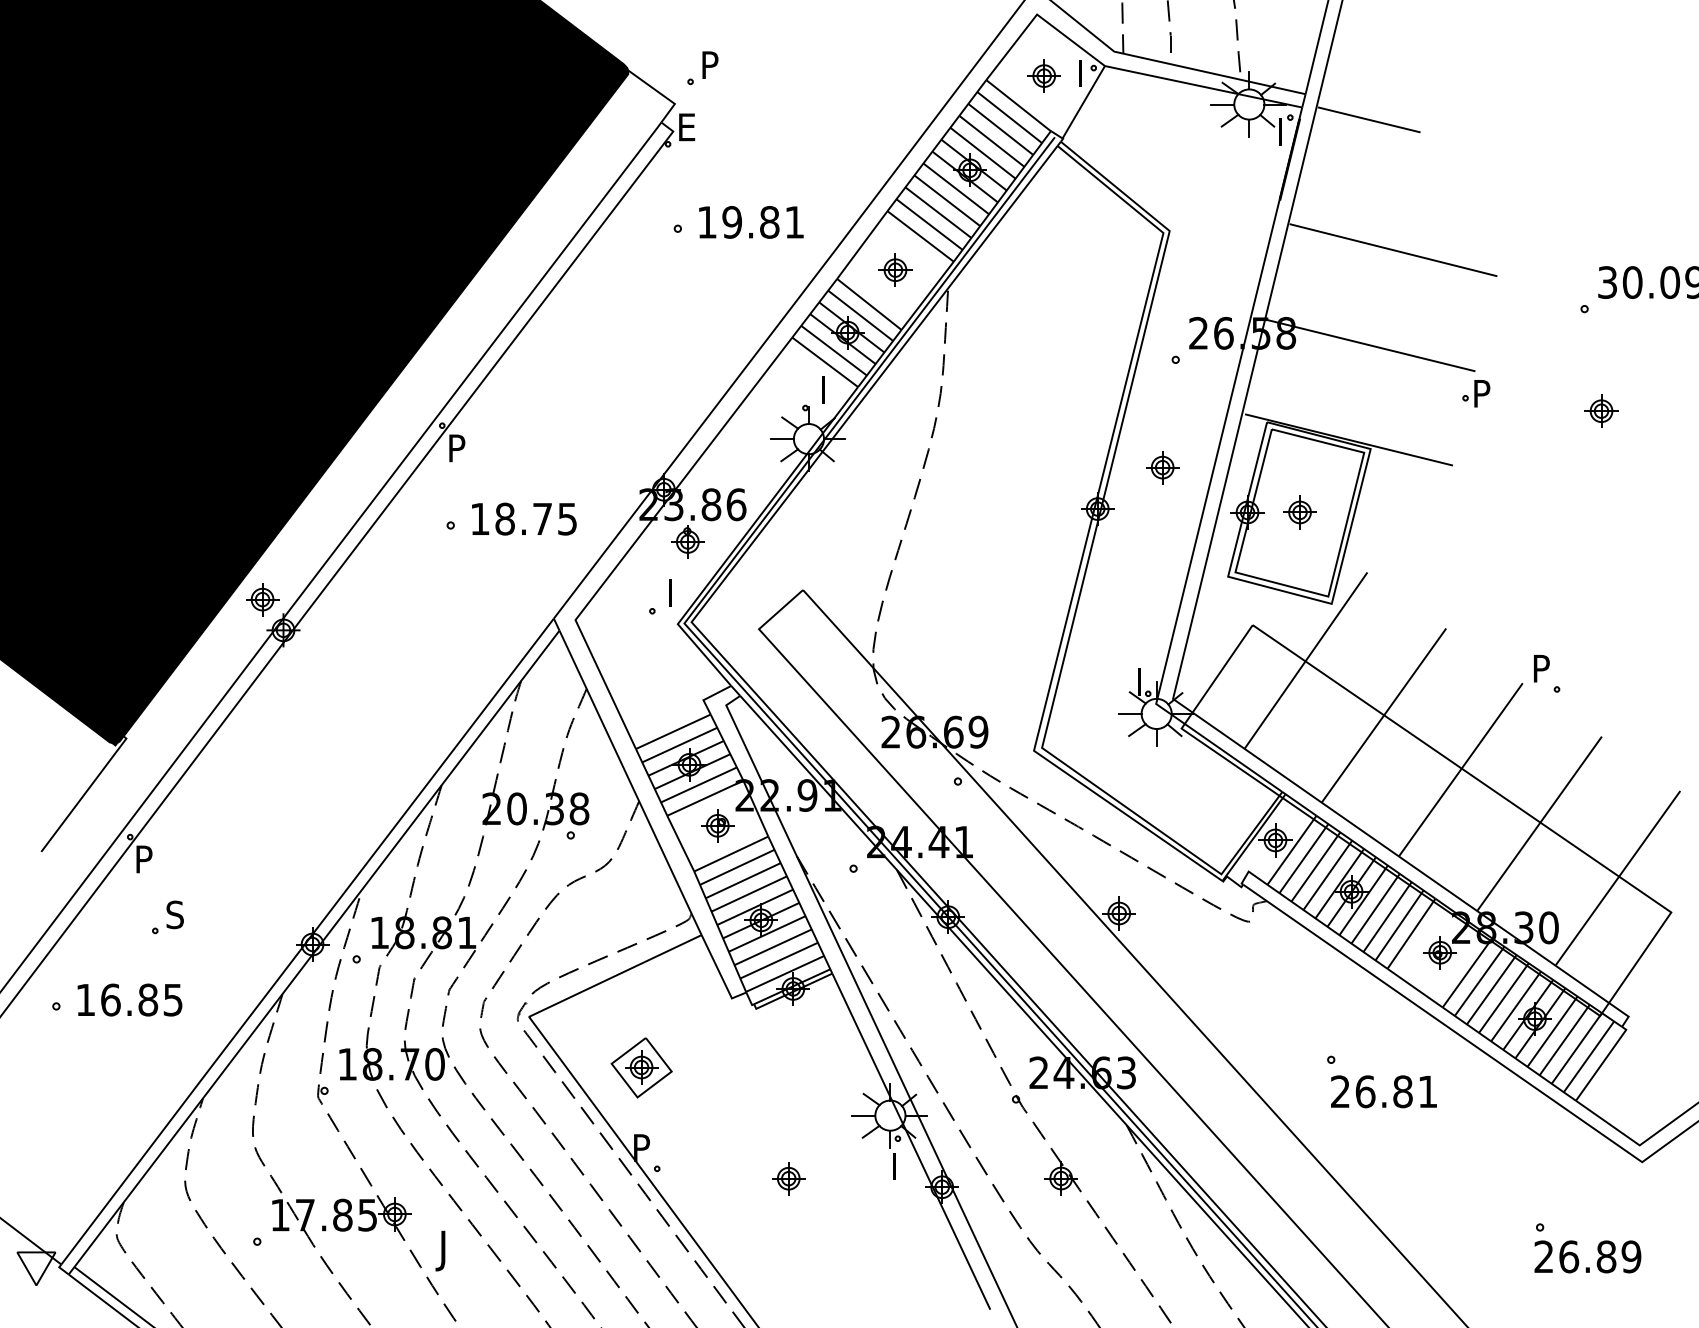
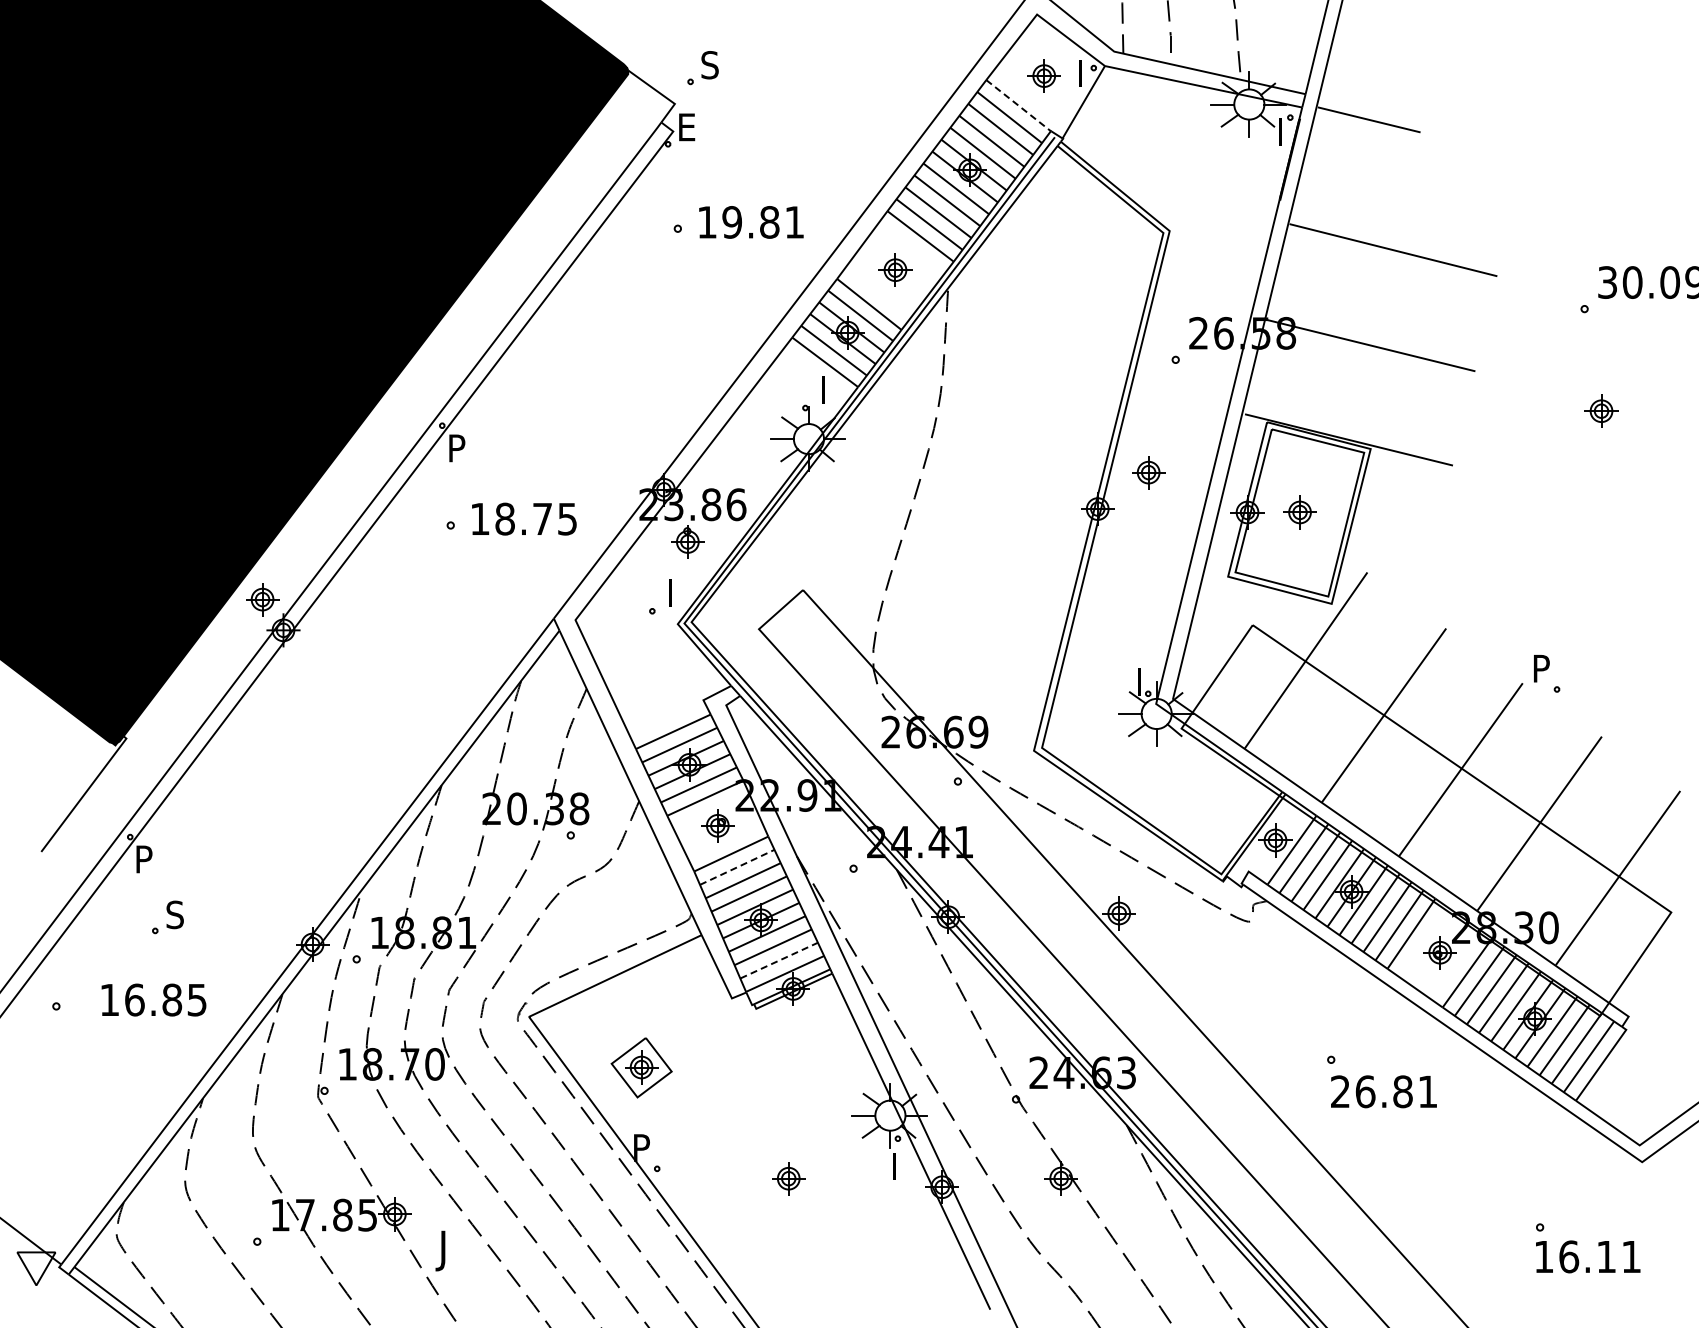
text at (709, 65): P -> S
line at (1019, 105): solid -> dashed
part at (1476, 393): present -> none
part at (1162, 467) position: (1162, 467) -> (1148, 472)
line at (737, 867): solid -> dashed
line at (779, 960): solid -> dashed
text at (129, 999) position: (129, 999) -> (153, 999)
text at (1587, 1256): 26.89 -> 16.11
